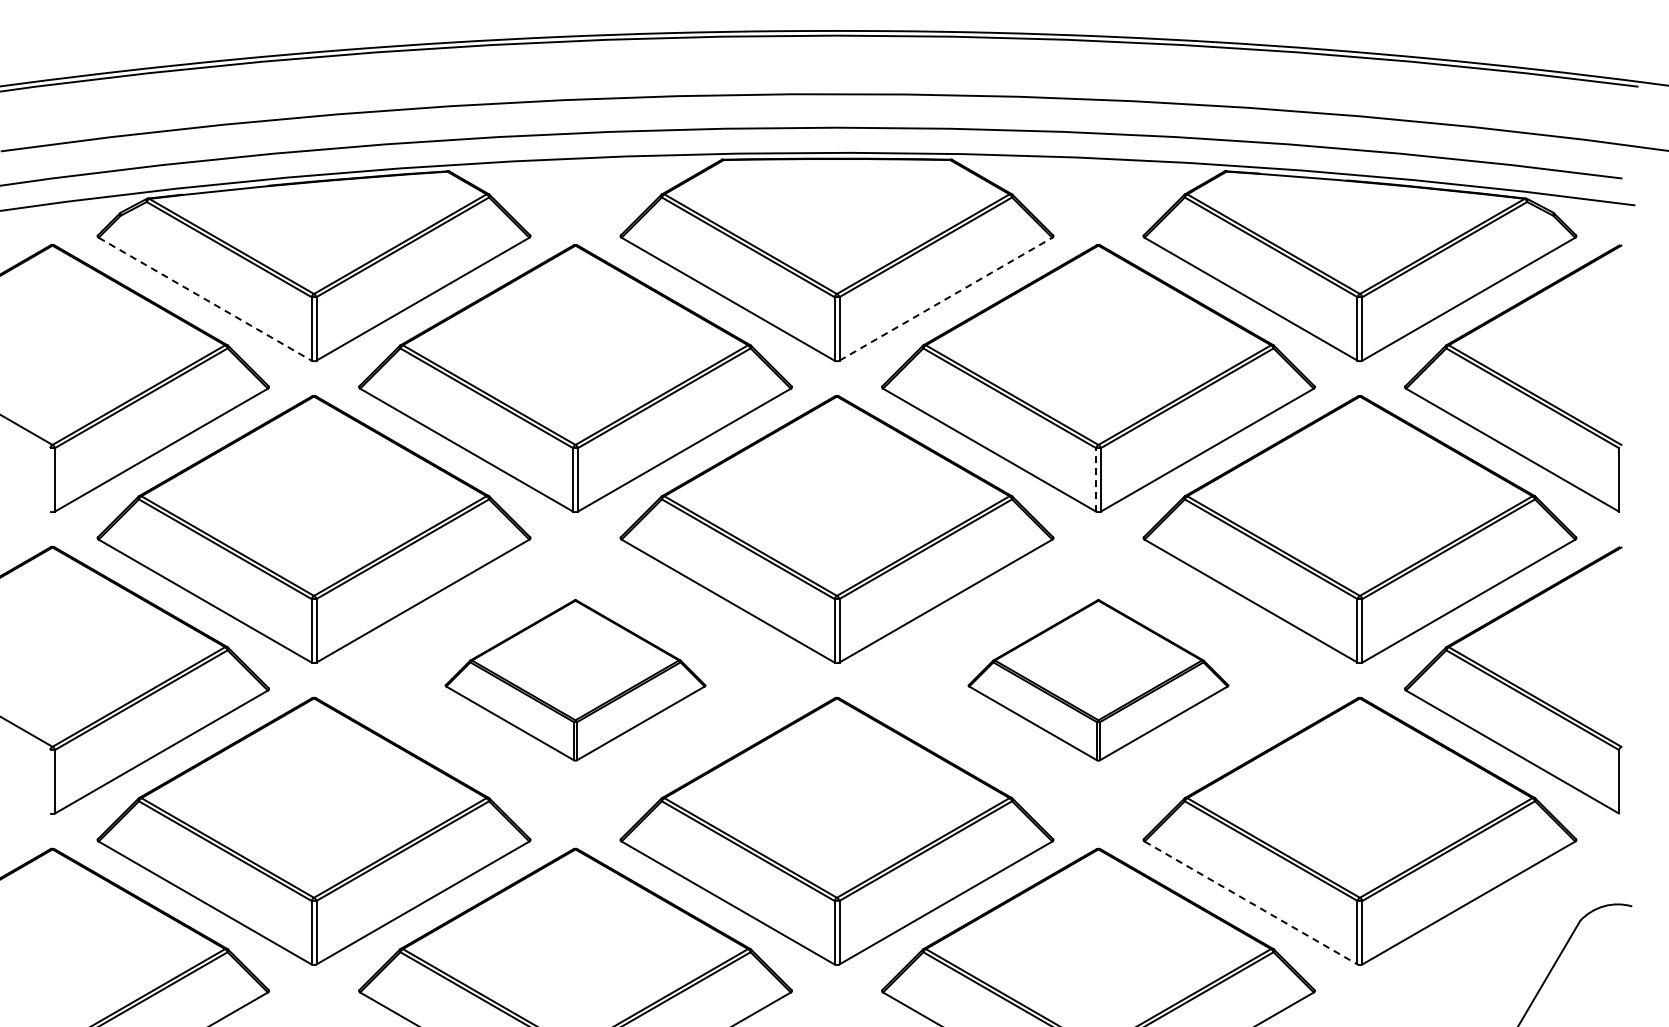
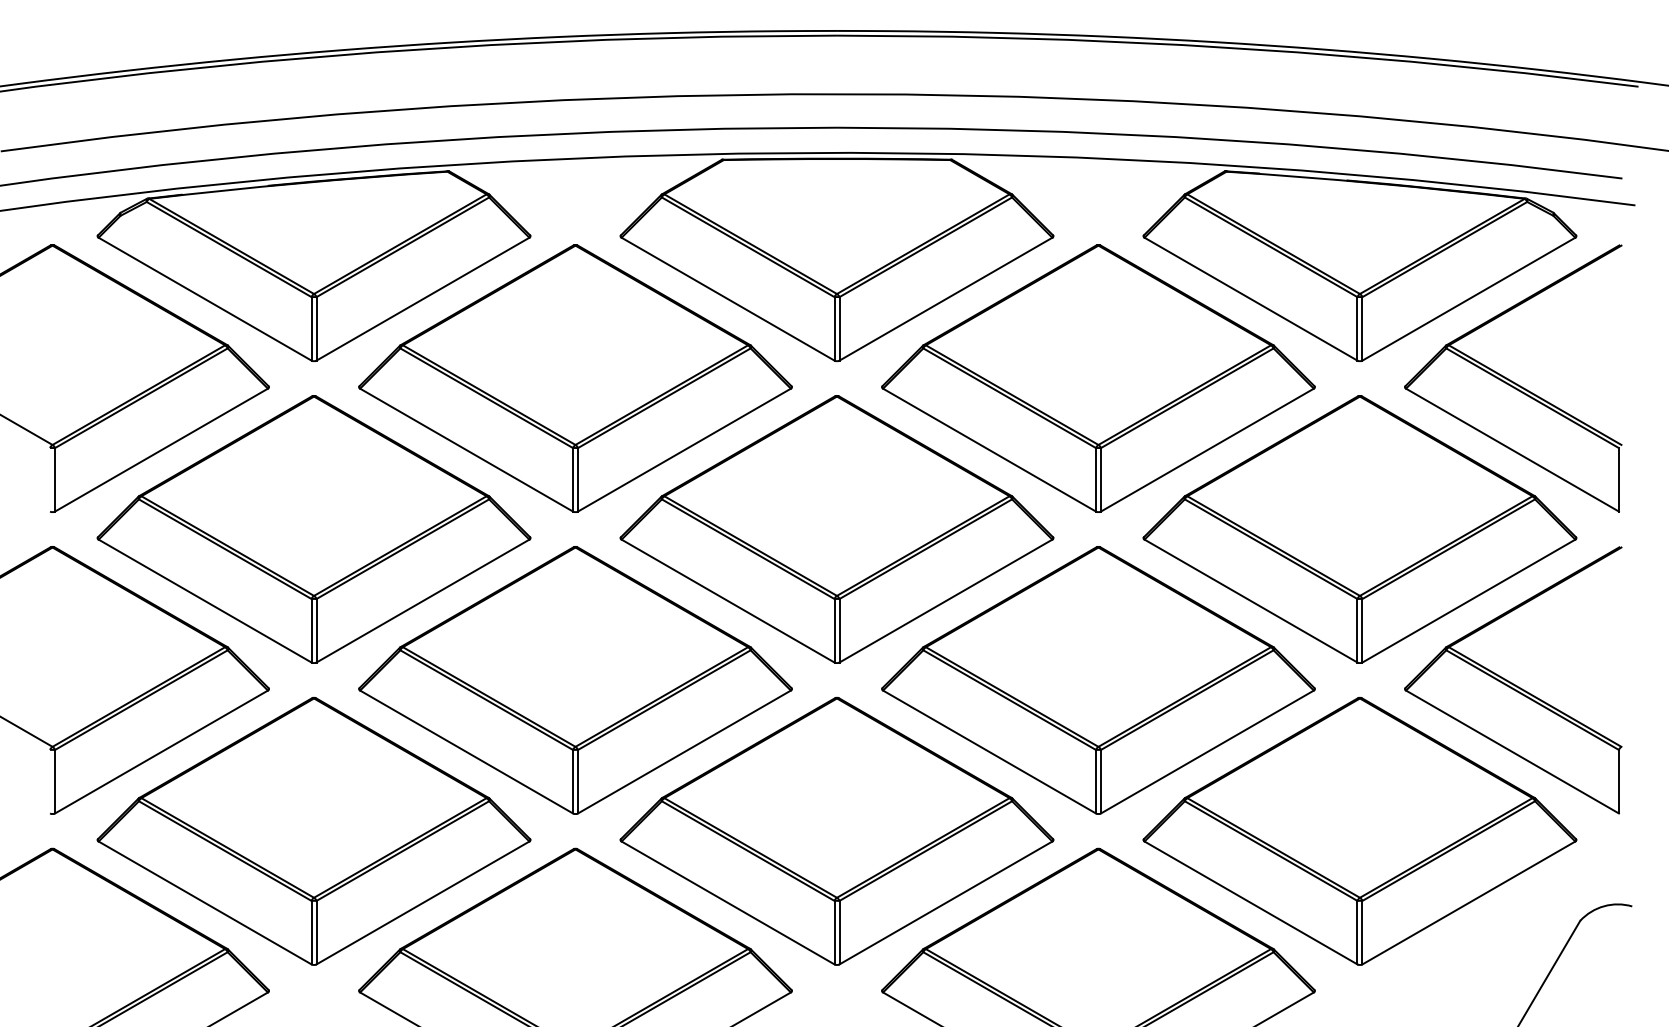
line at (205, 299): dashed -> solid
line at (945, 299): dashed -> solid
line at (1095, 479): dashed -> solid
part at (575, 680) size: 263x163 px -> 435x269 px
part at (1098, 680) size: 263x163 px -> 435x269 px
line at (1251, 902): dashed -> solid
